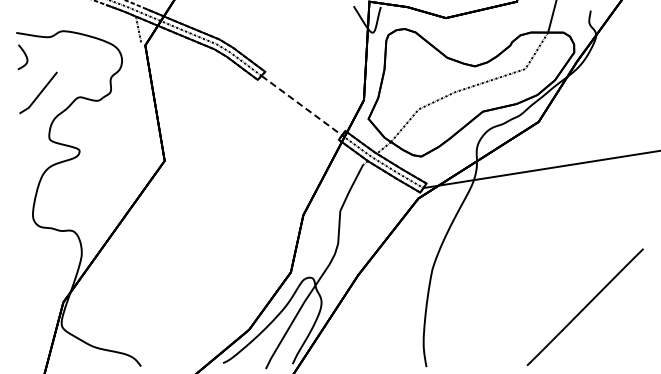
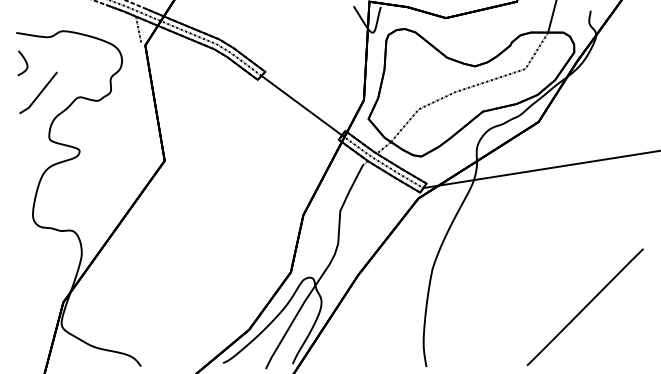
curve at (25, 57) position: (25, 57) -> (25, 63)
line at (302, 105): dashed -> solid
